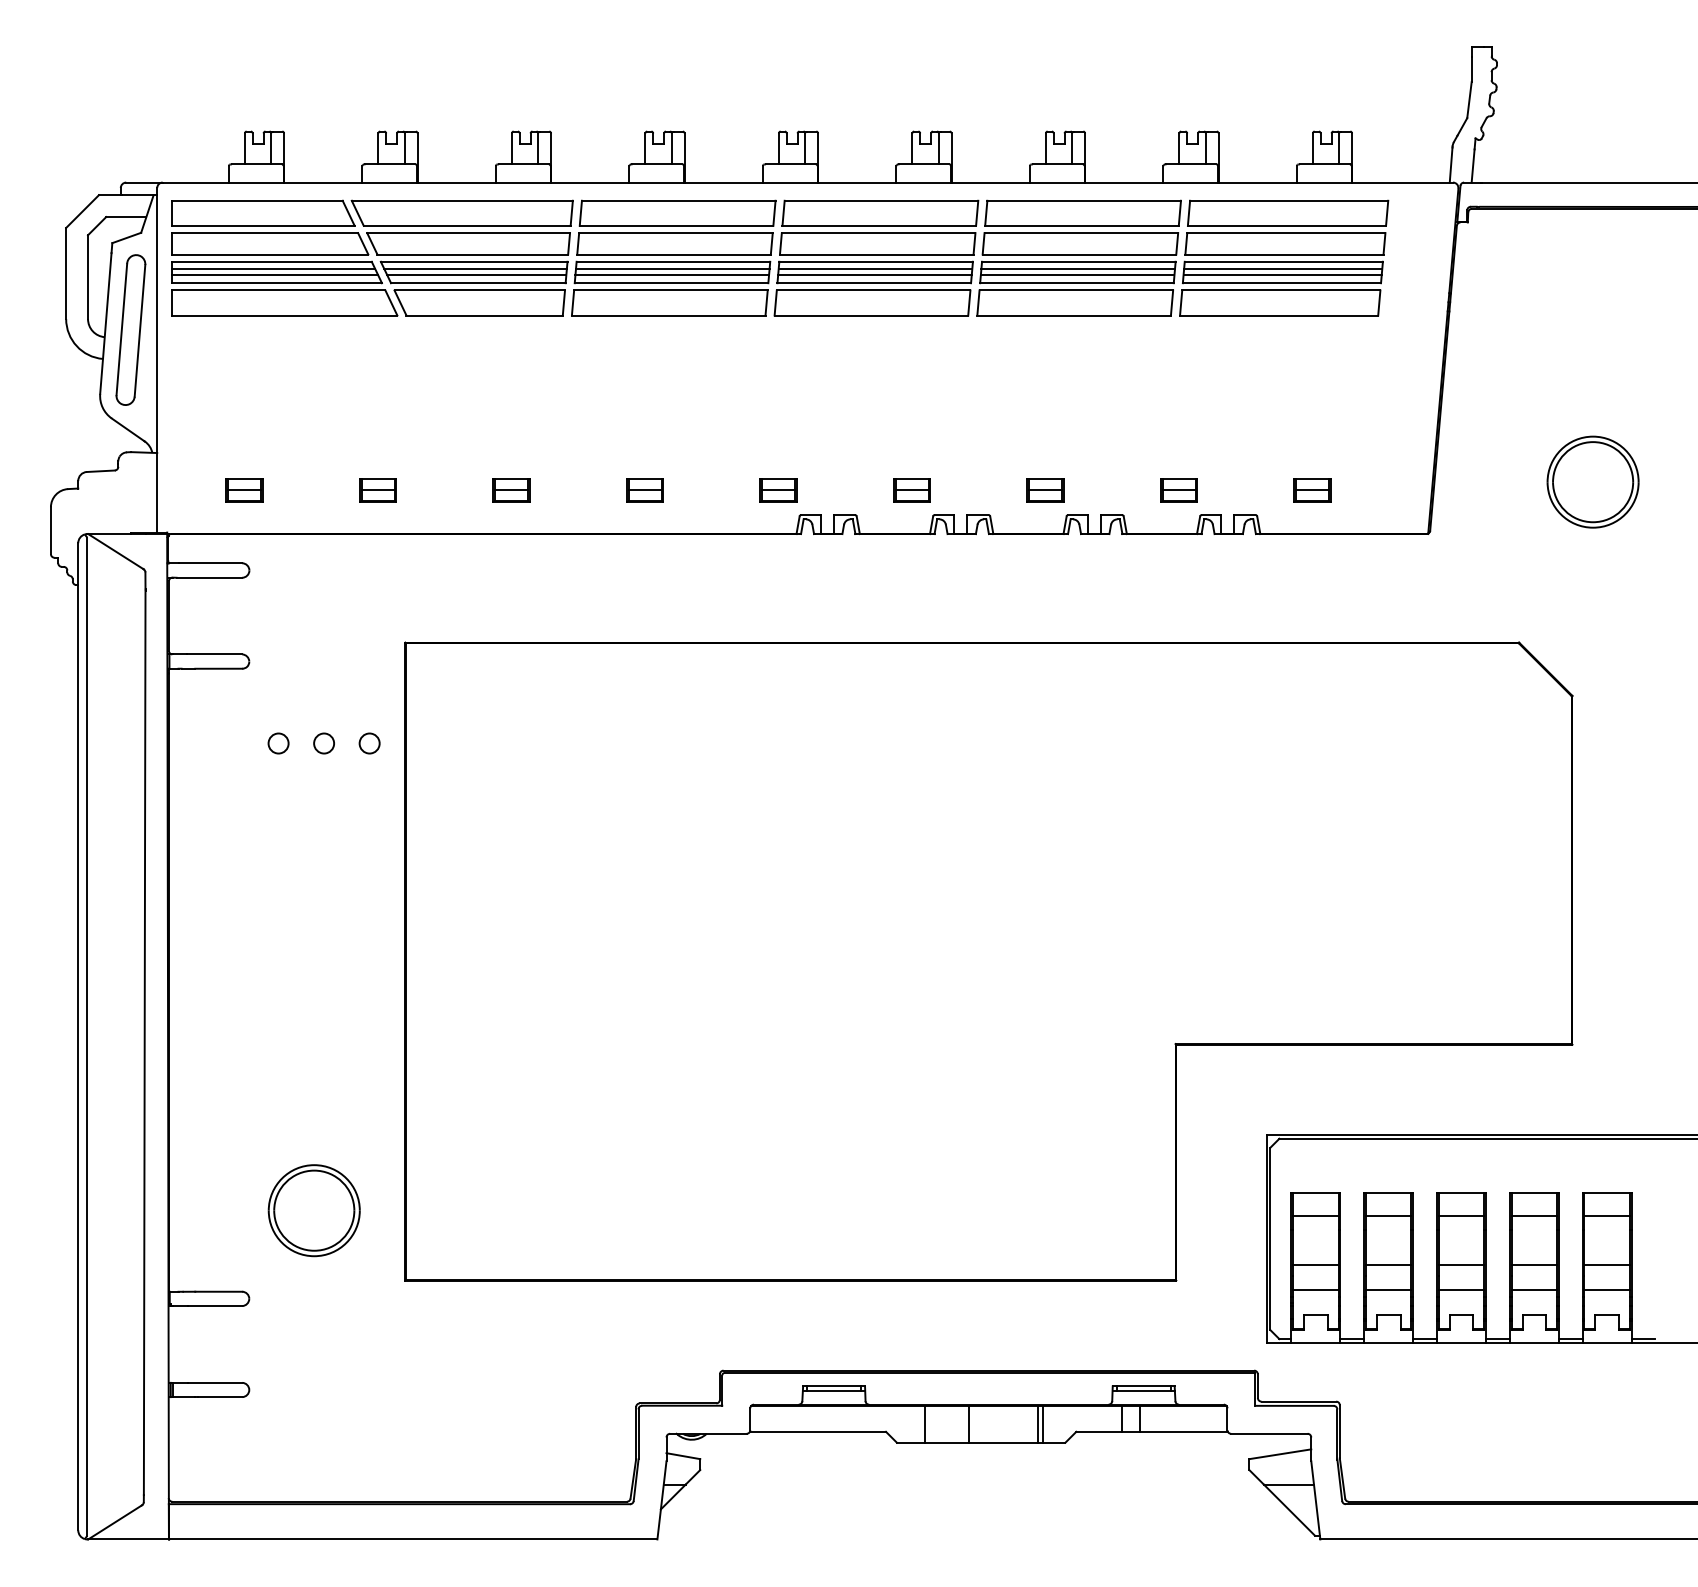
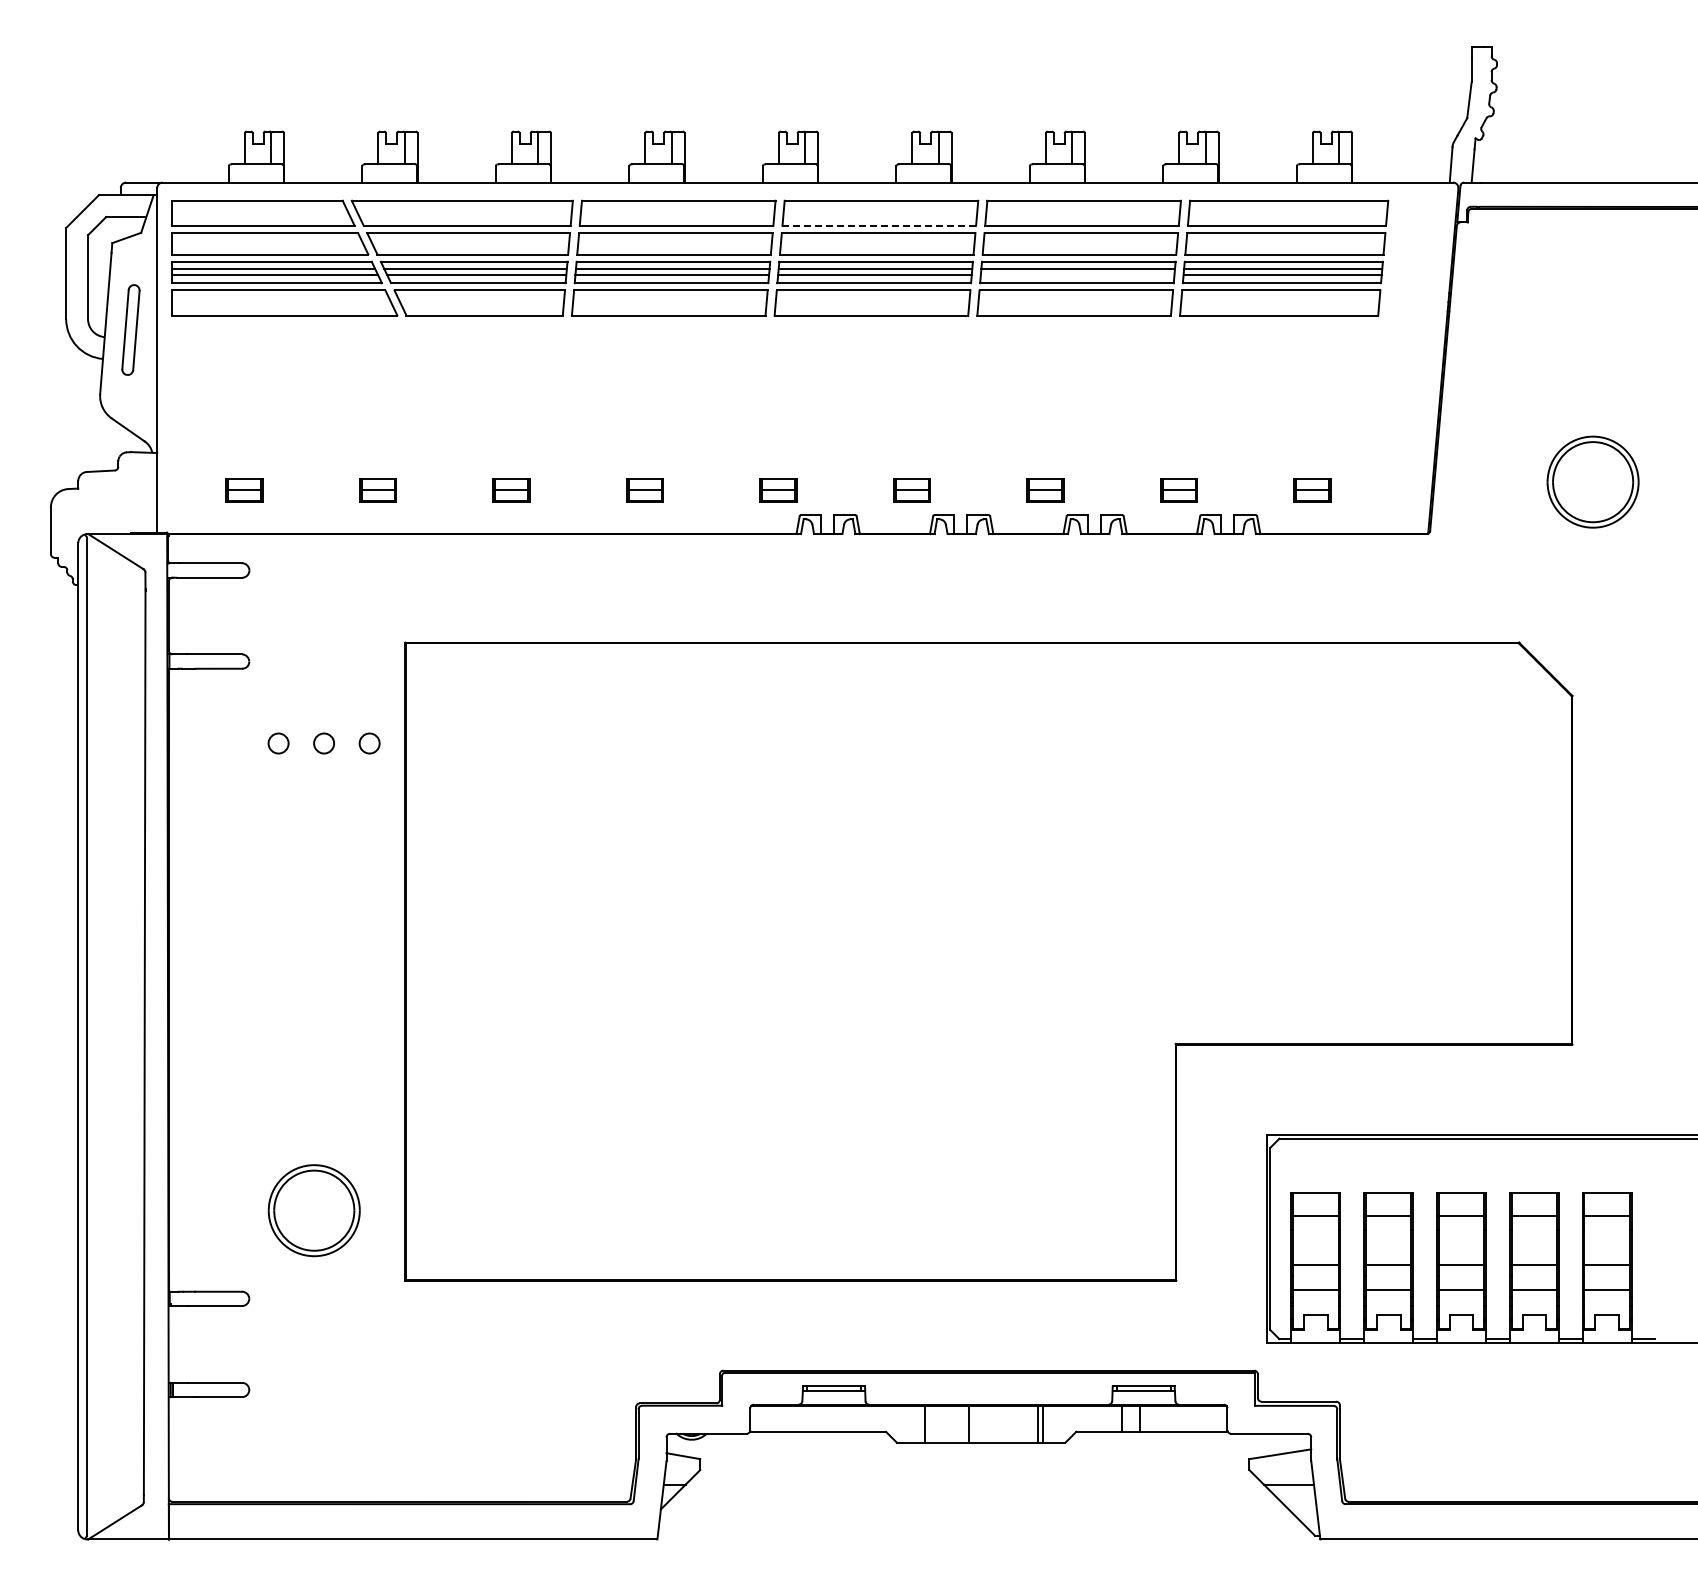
line at (879, 225): solid -> dashed
line at (1077, 275): present -> none
part at (130, 329) size: 32x152 px -> 20x92 px
